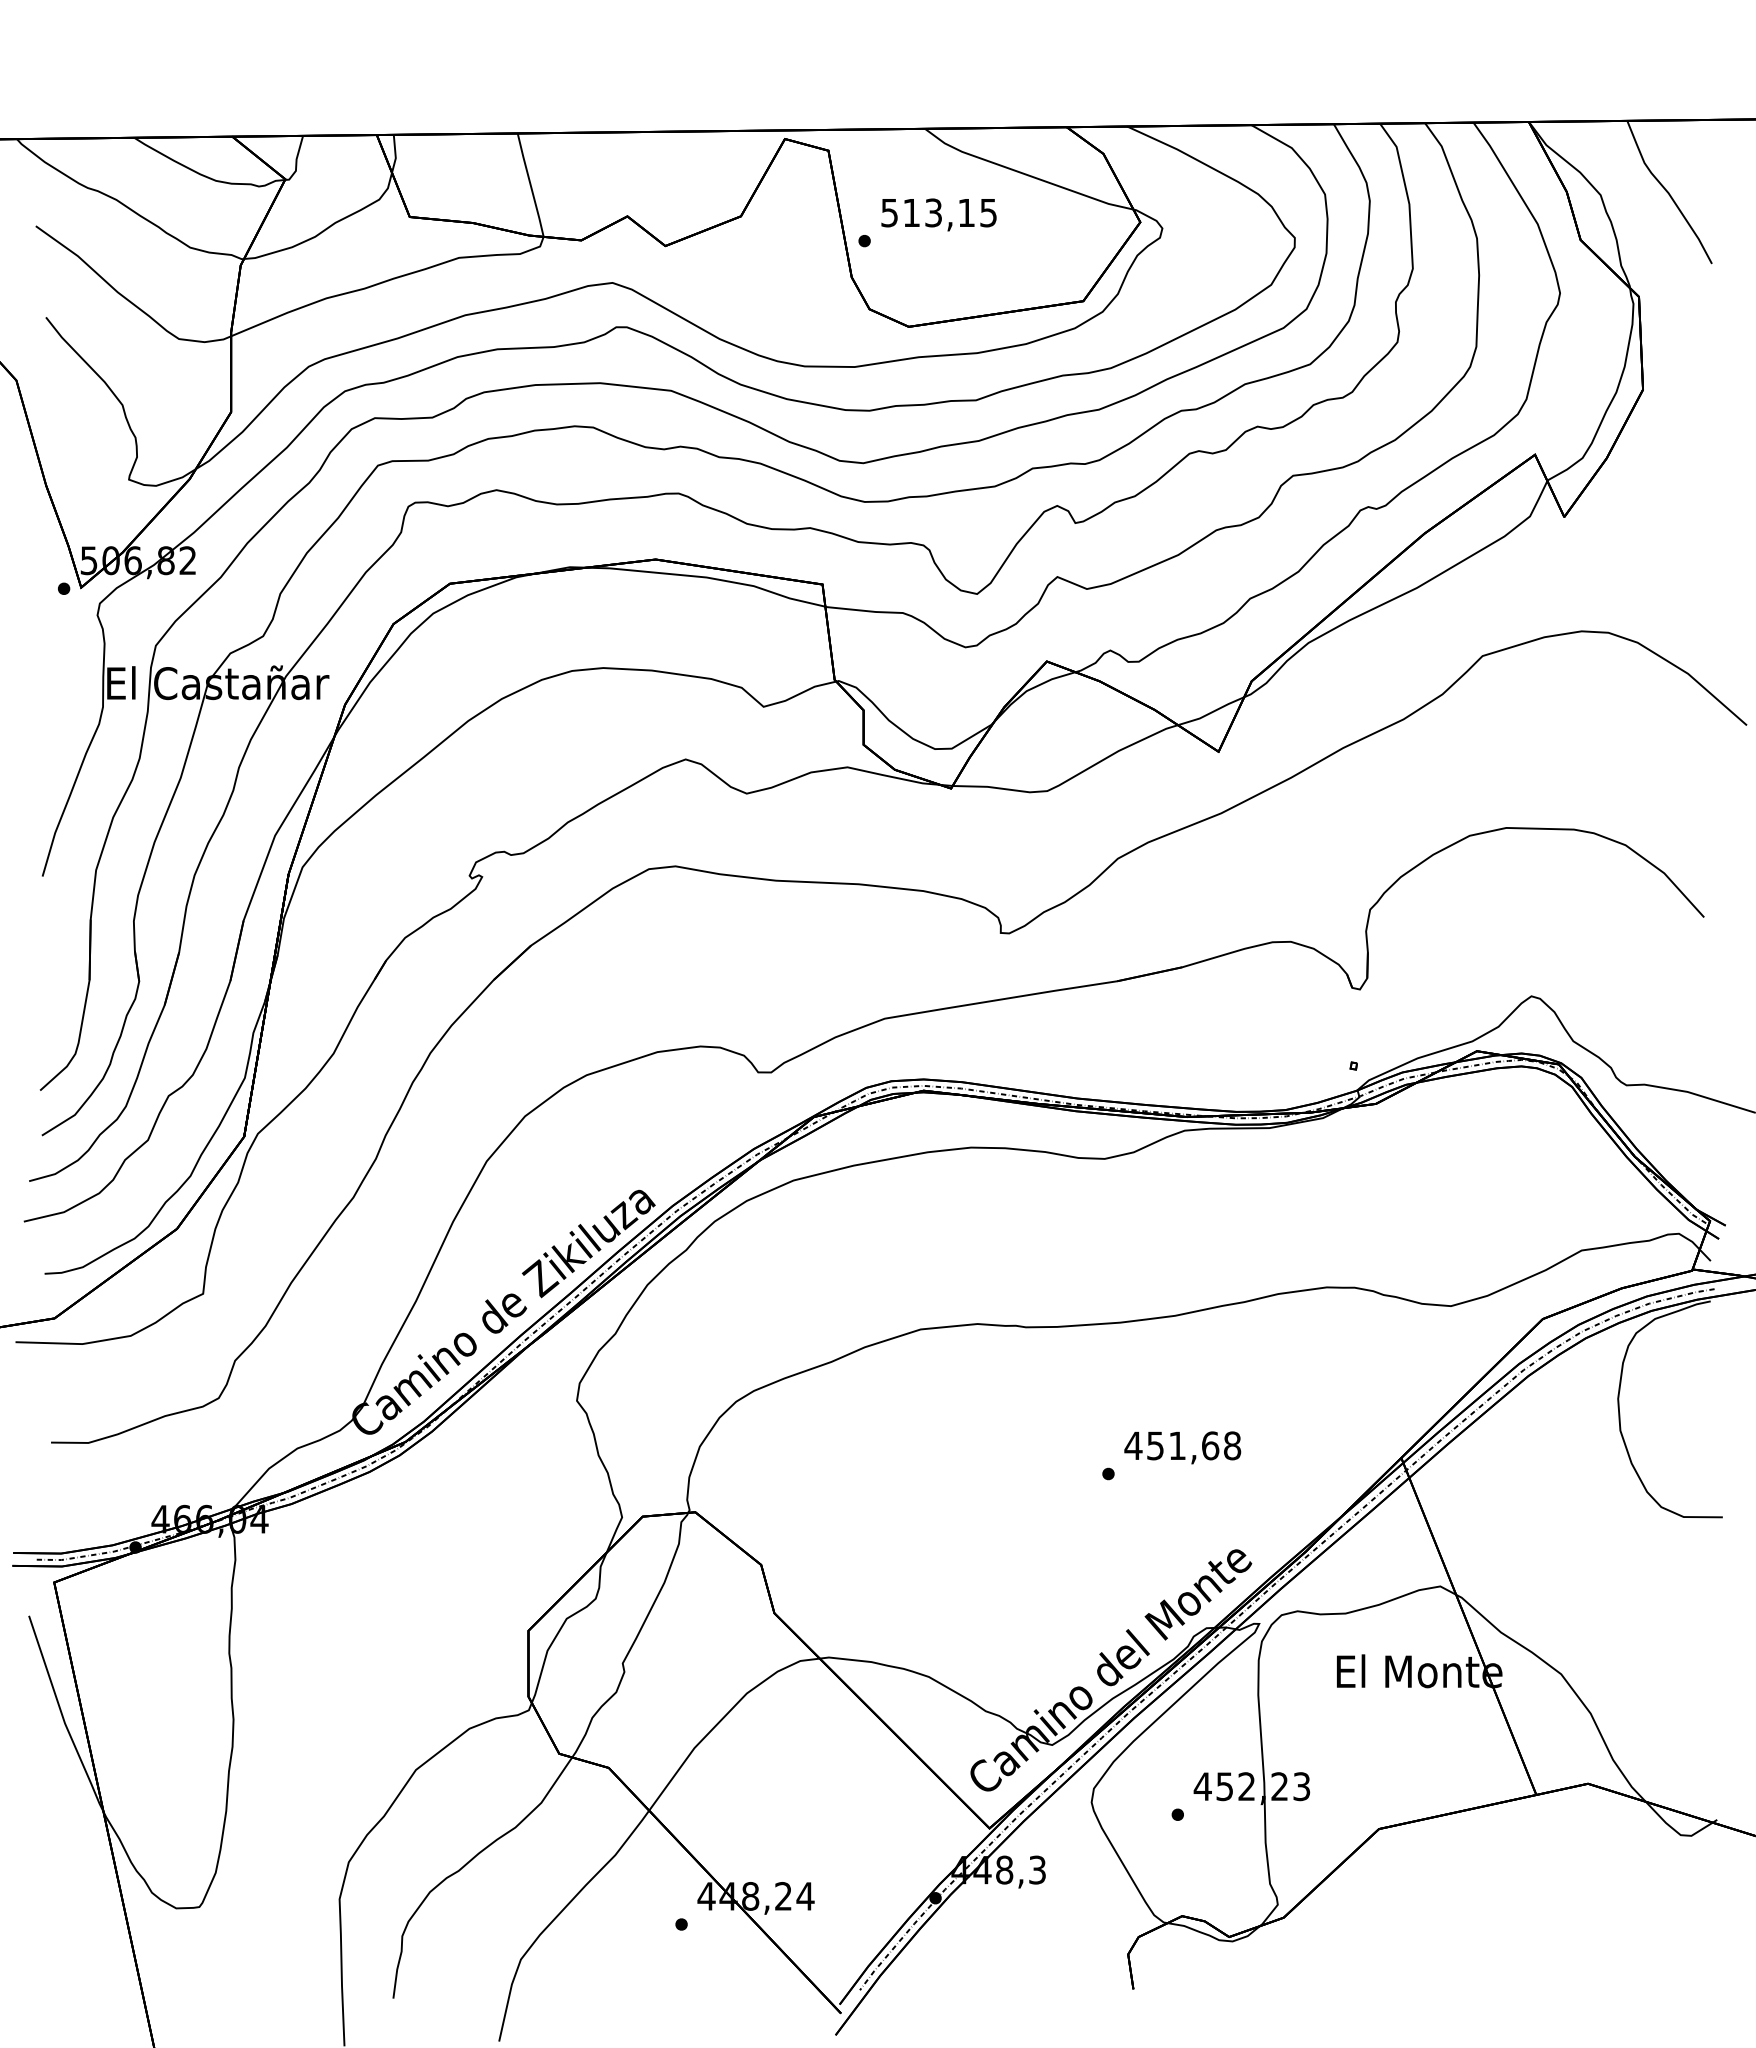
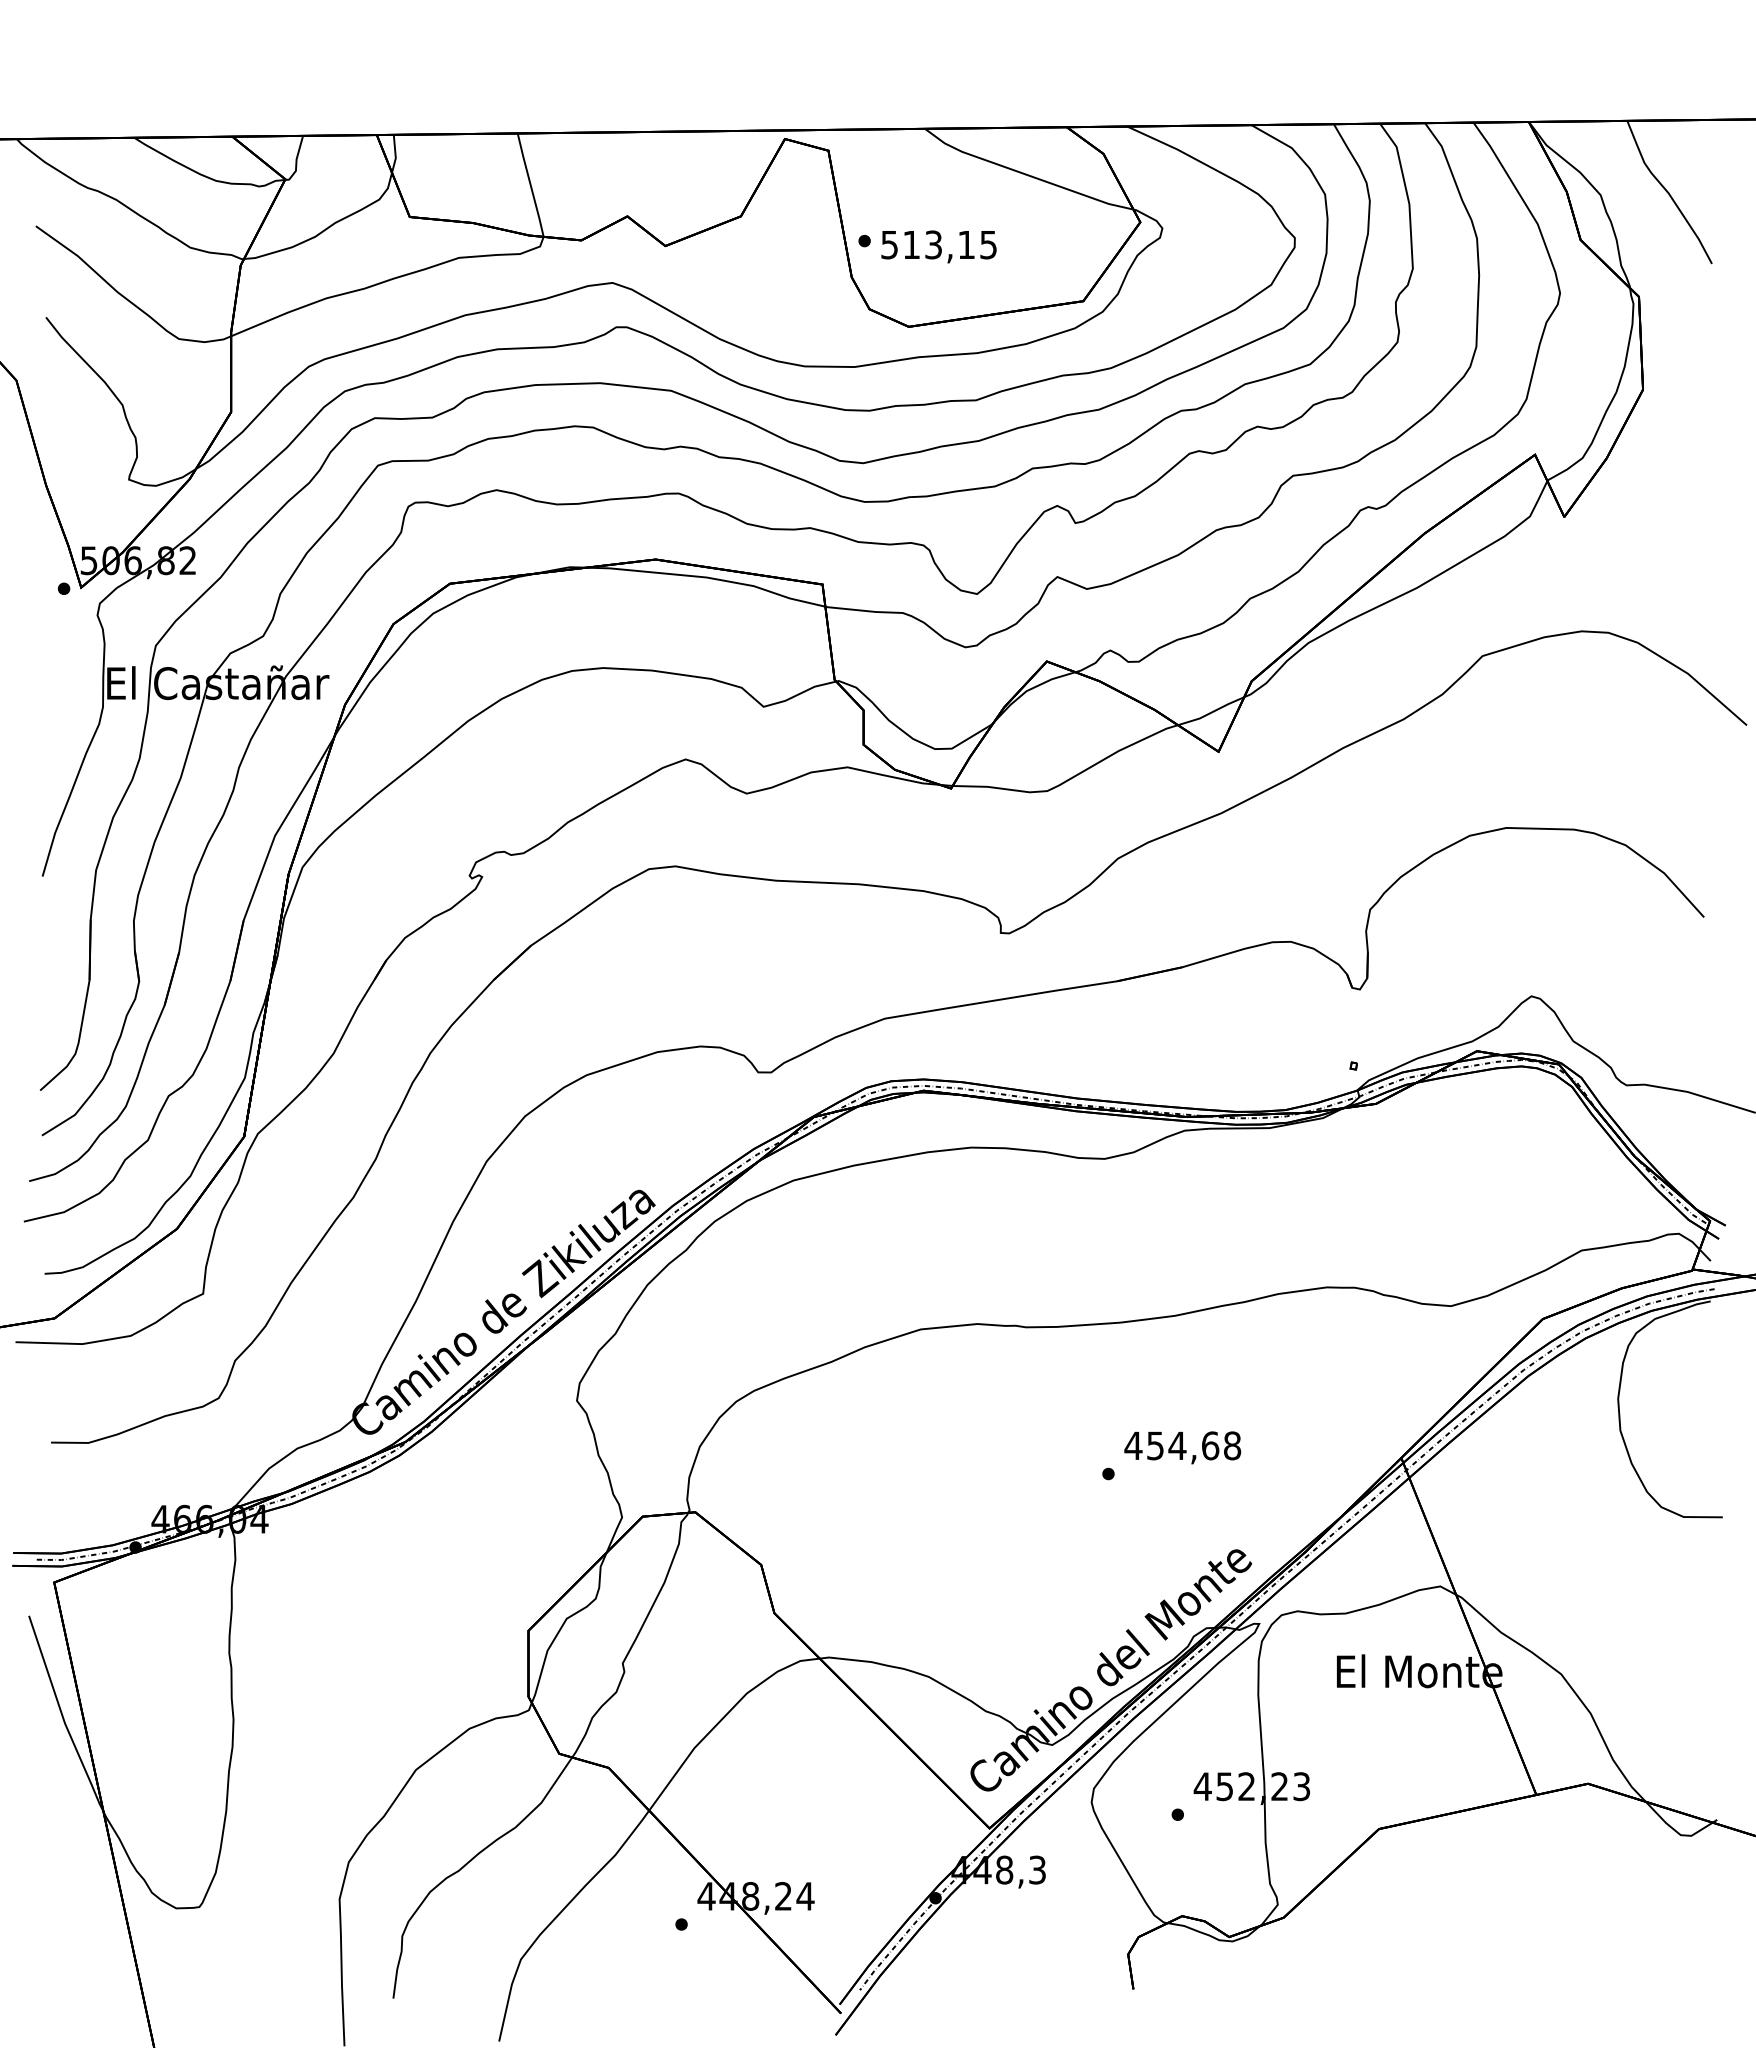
text at (938, 214) position: (938, 214) -> (938, 246)
text at (1177, 1445): 451,68 -> 454,68
